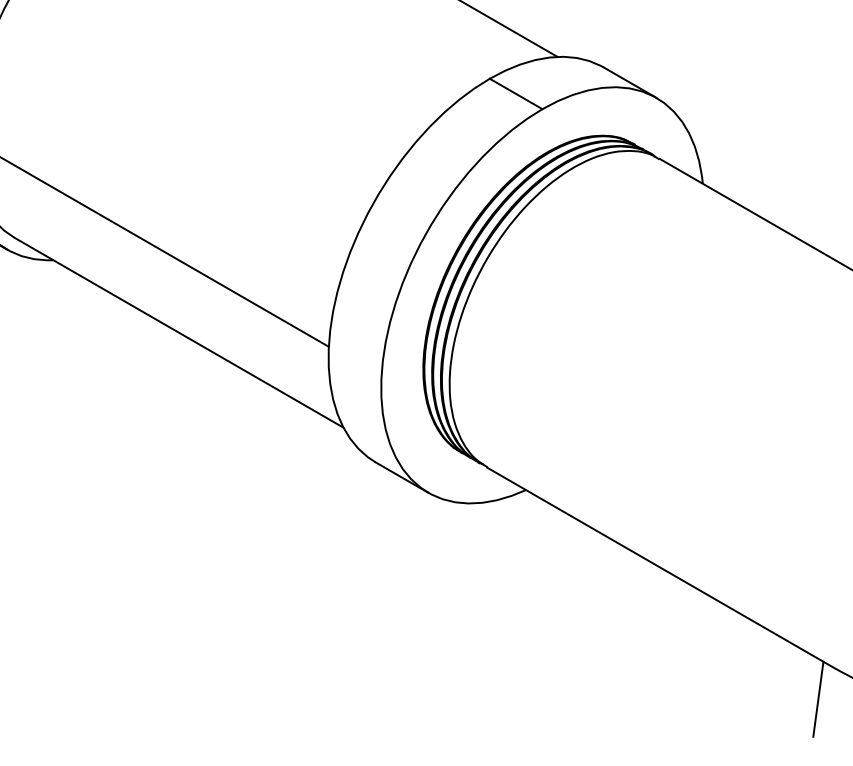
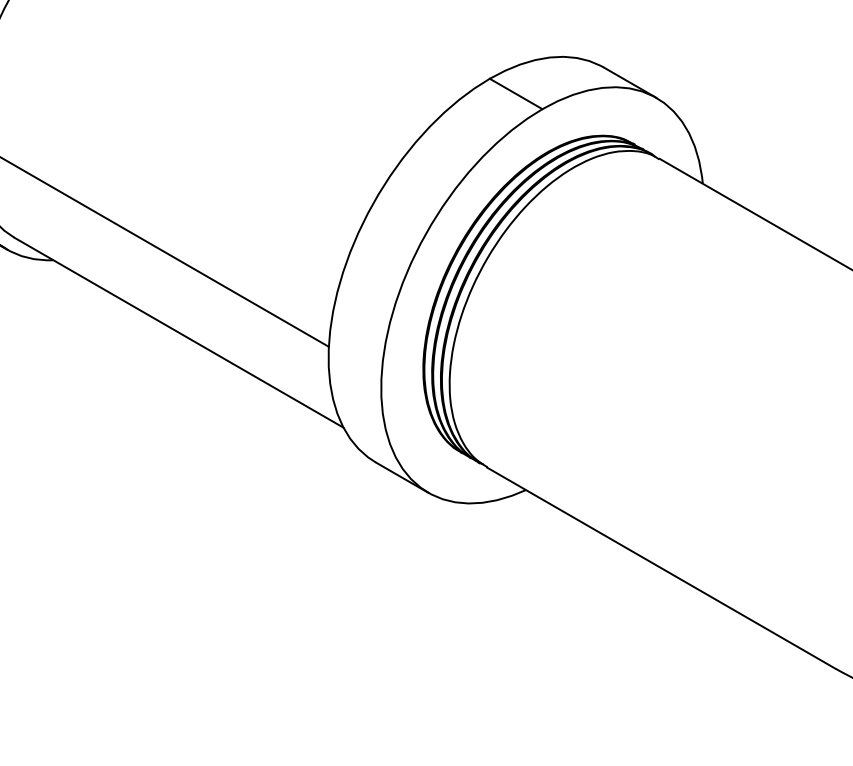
line at (510, 29): present -> none
line at (818, 698): present -> none
